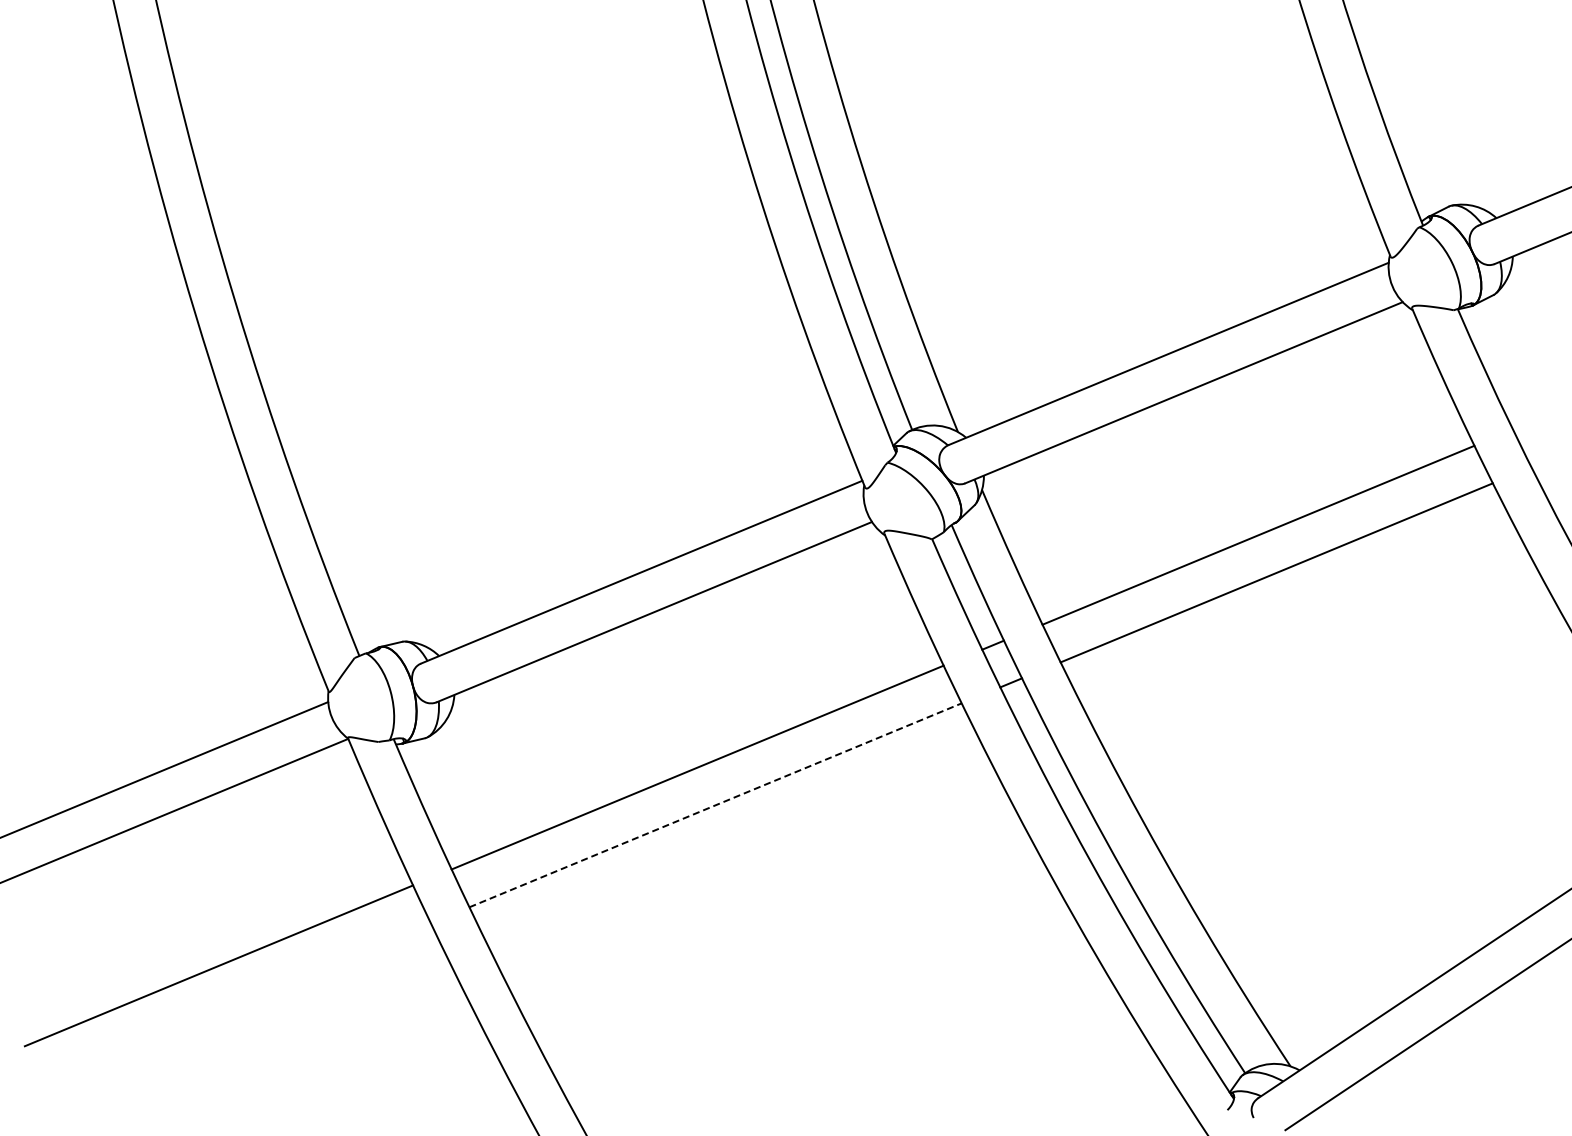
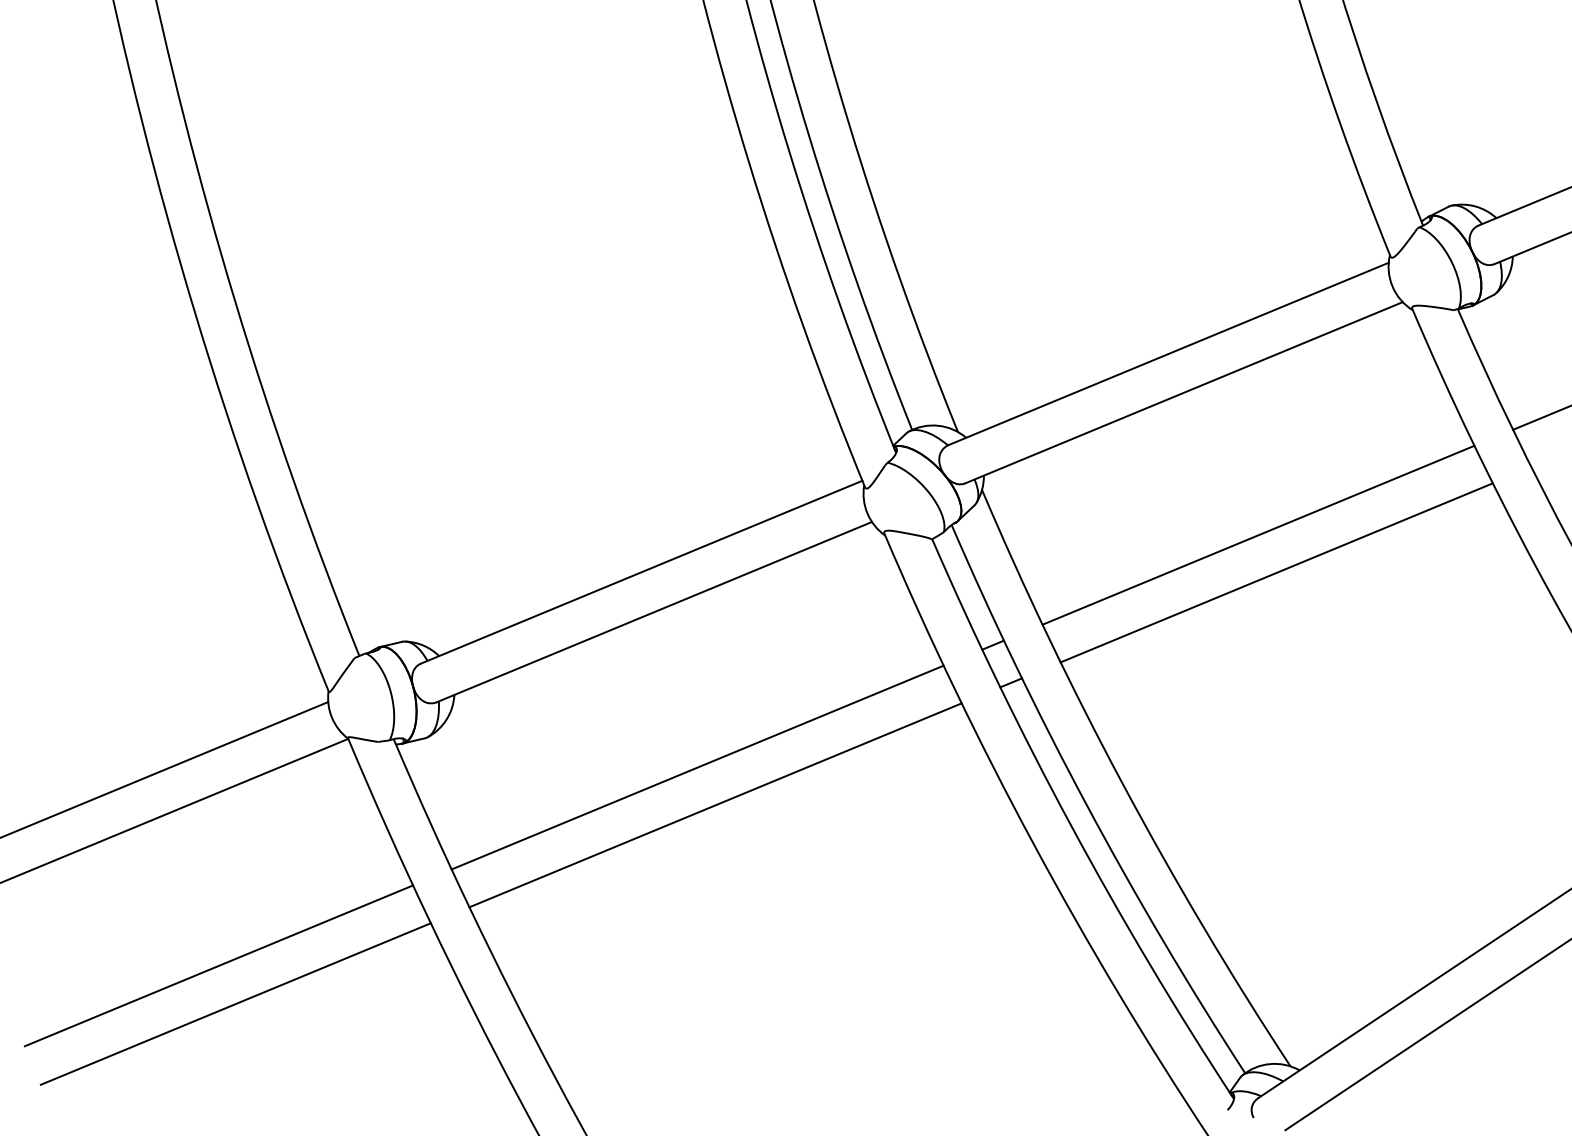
line at (1540, 417): none -> present
line at (716, 805): dashed -> solid
line at (235, 1003): none -> present
